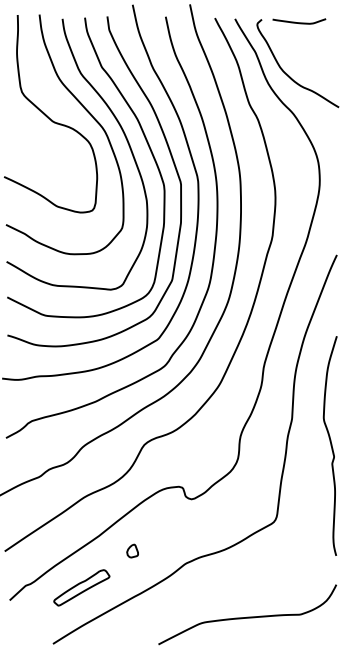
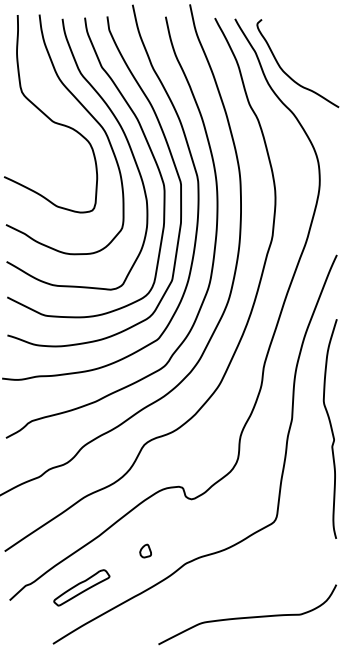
curve at (299, 22): present -> none
curve at (330, 445) position: (330, 445) -> (330, 428)
part at (132, 550) position: (132, 550) -> (145, 550)
